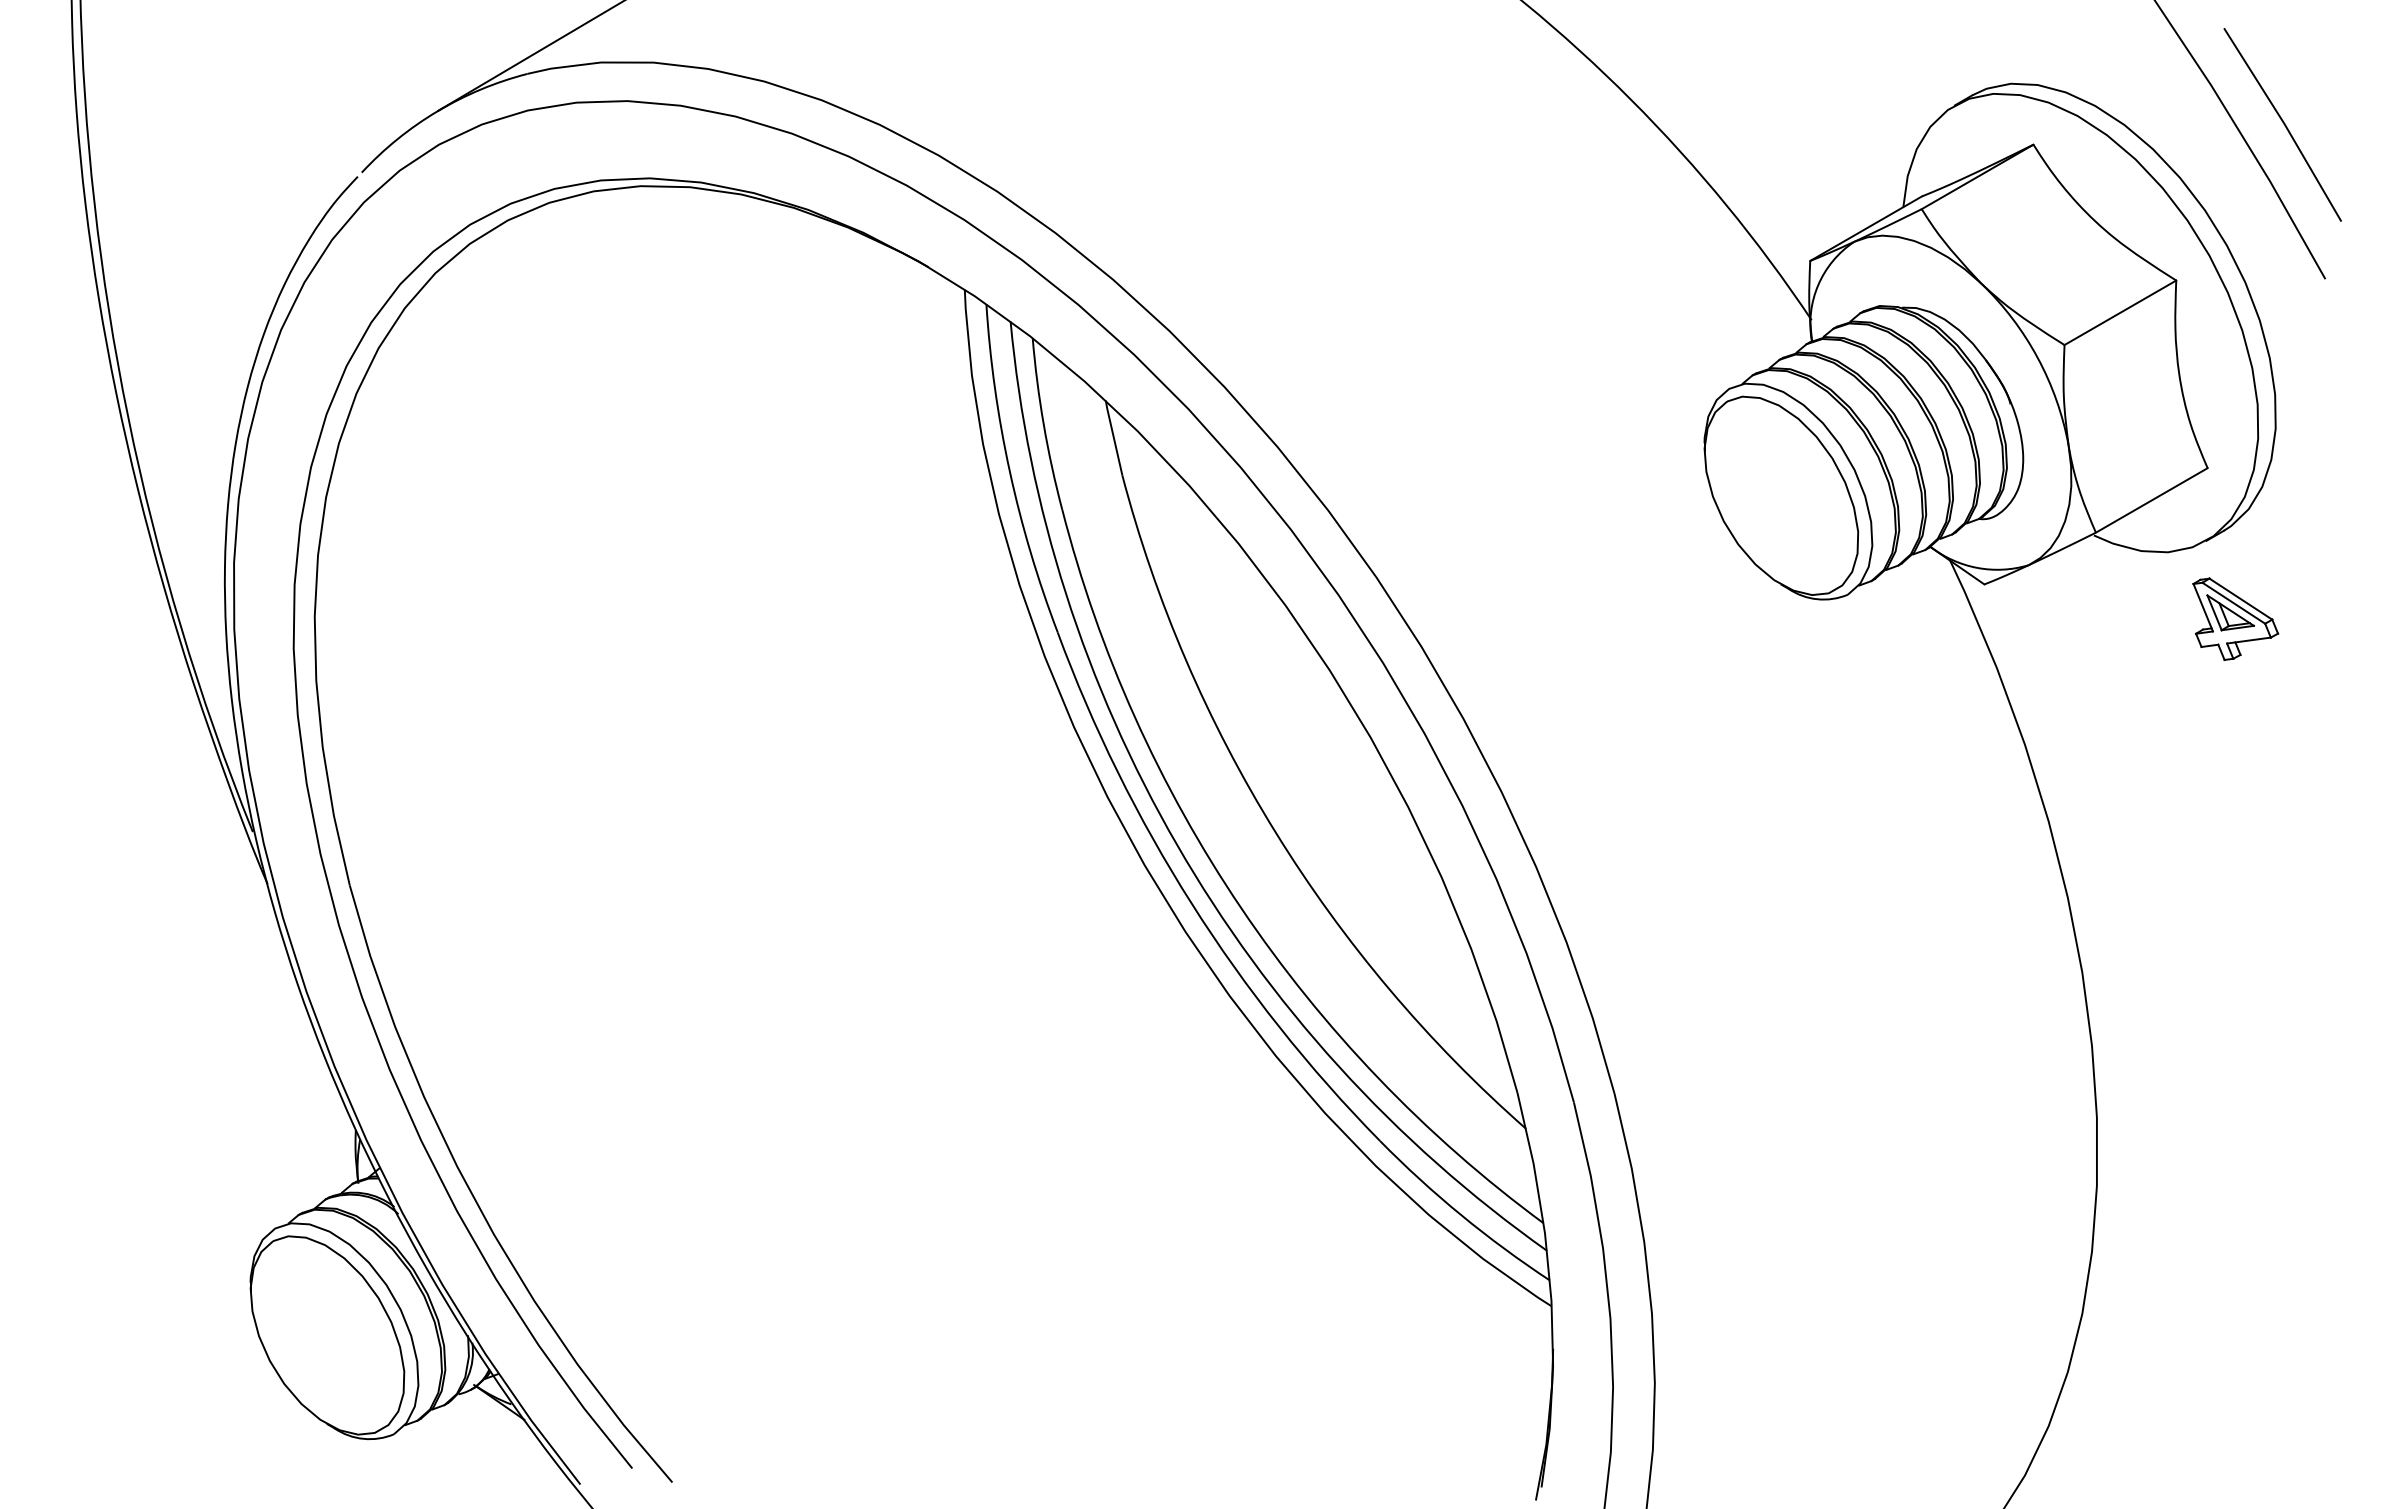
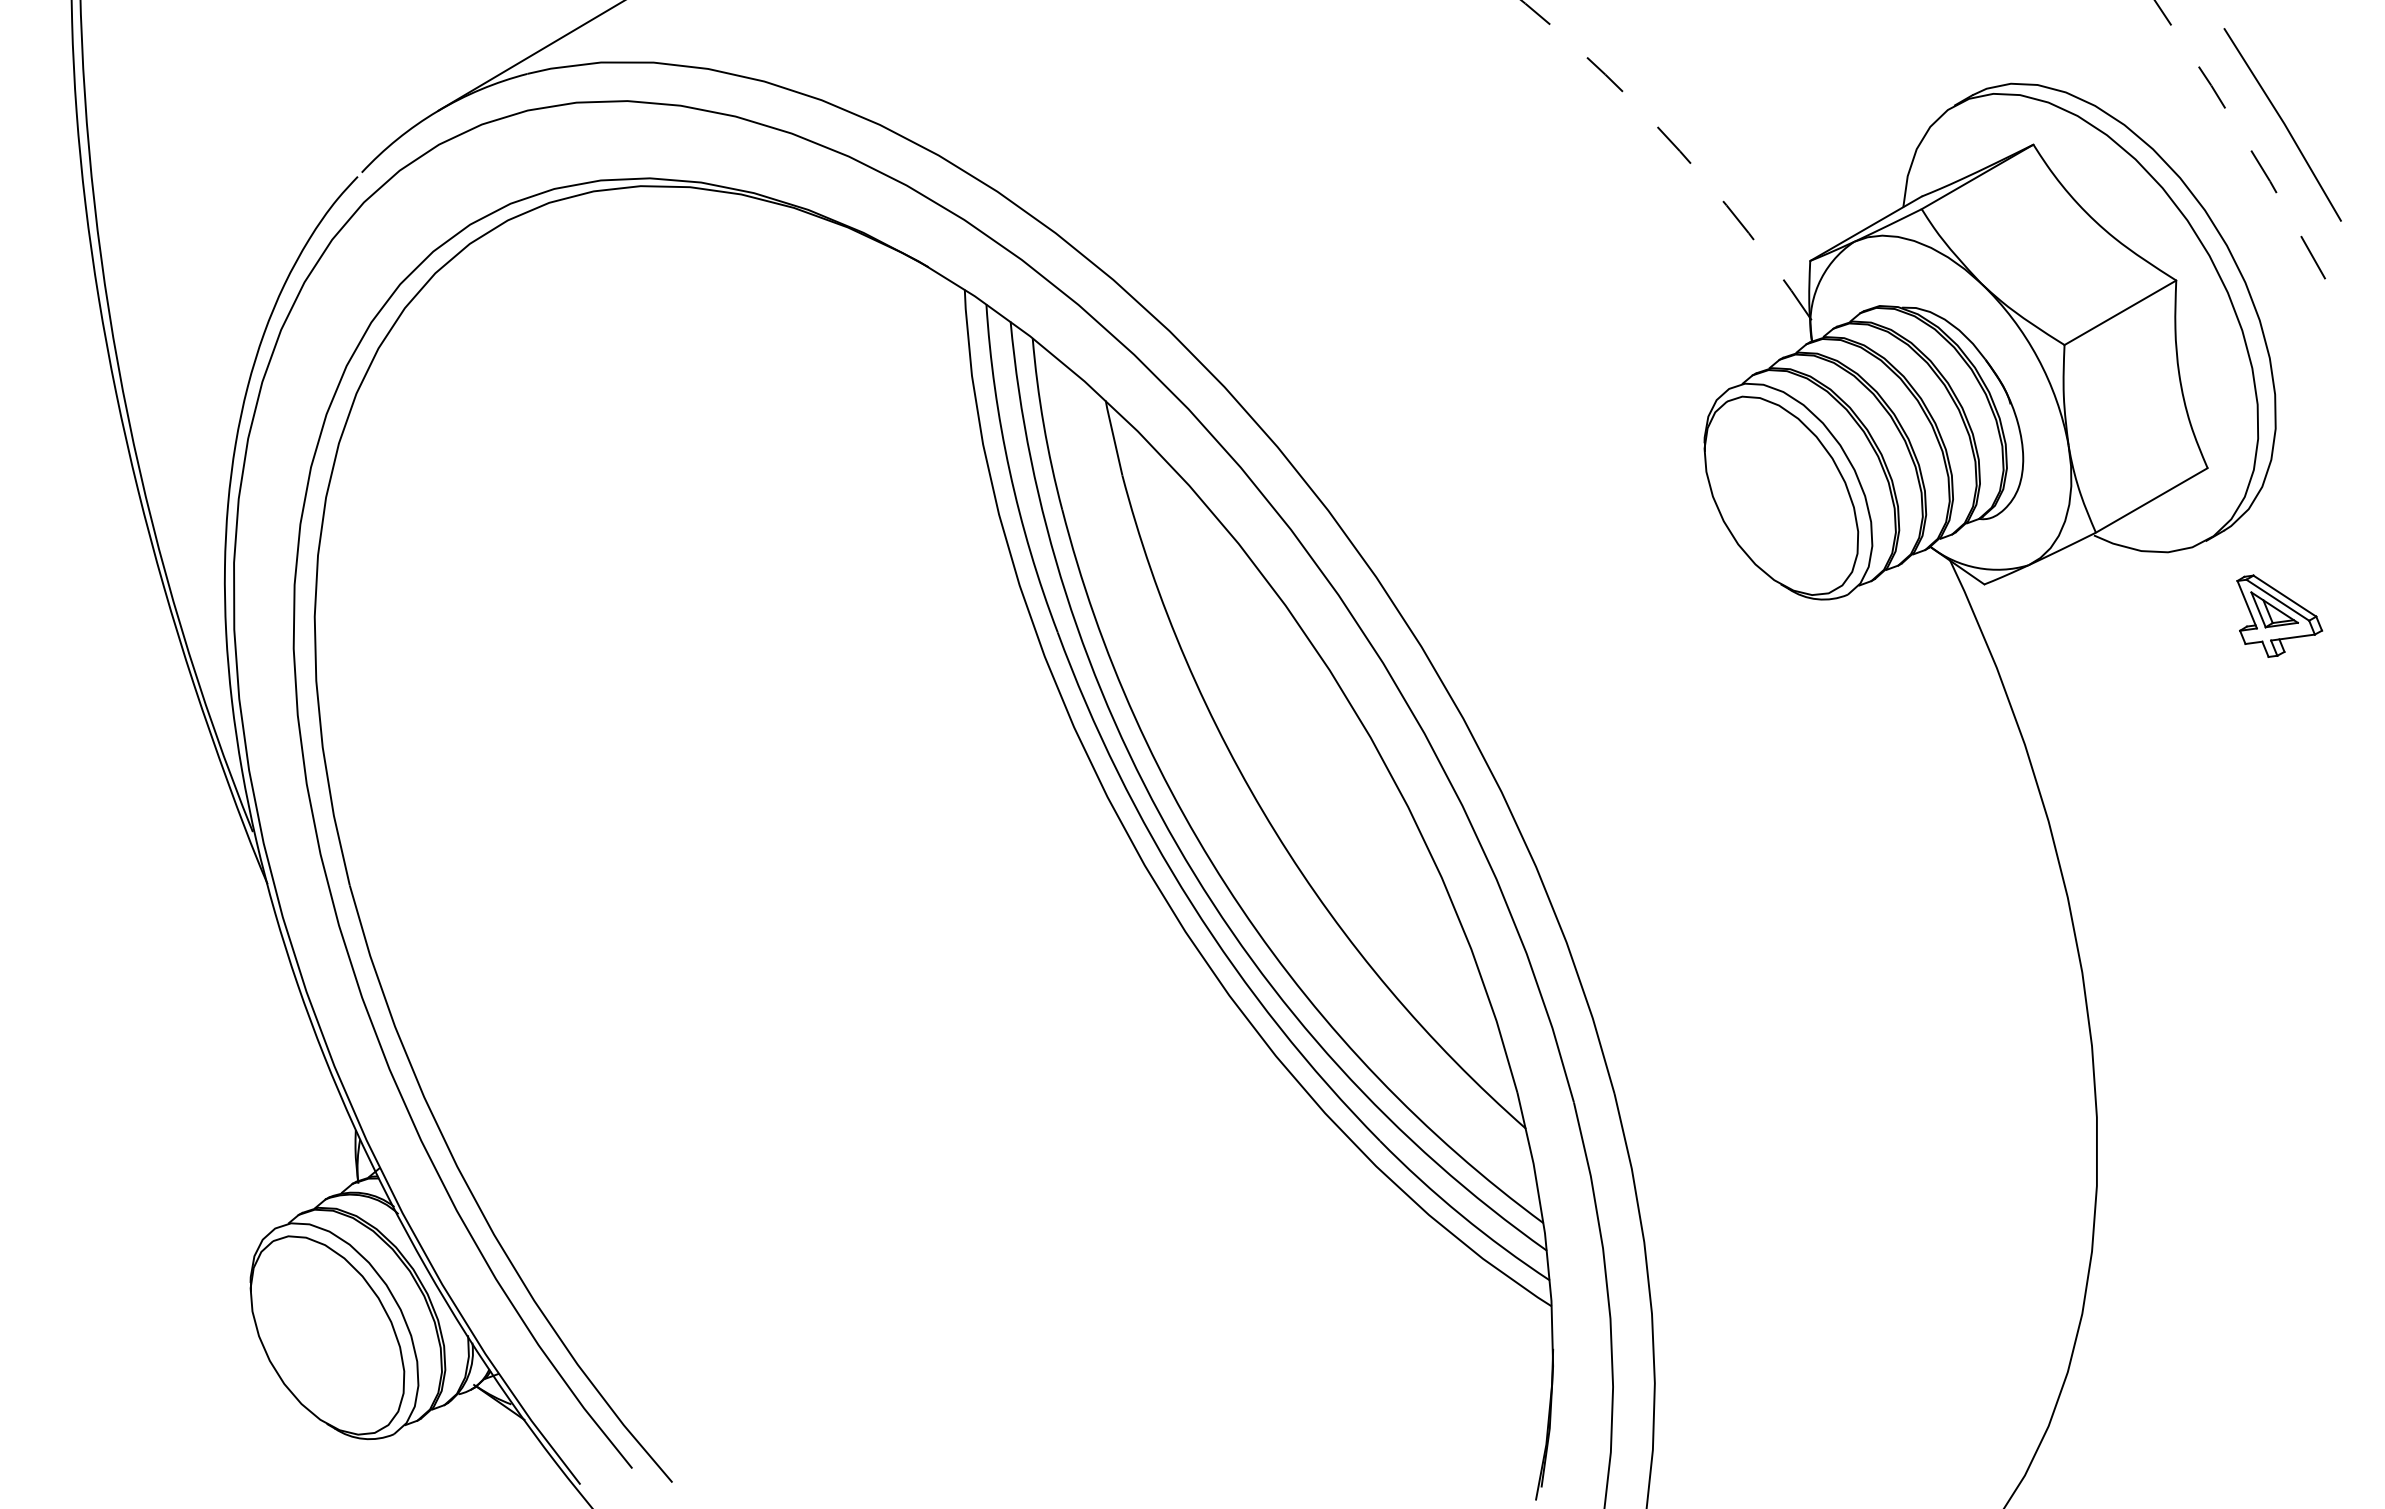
line at (2243, 137): solid -> dashed
arc at (1678, 149): solid -> dashed
part at (2235, 618) position: (2235, 618) -> (2279, 615)
